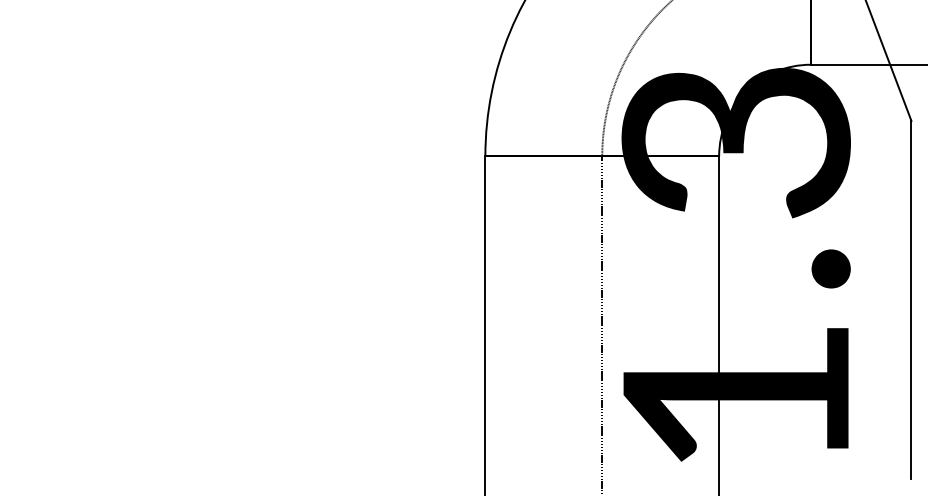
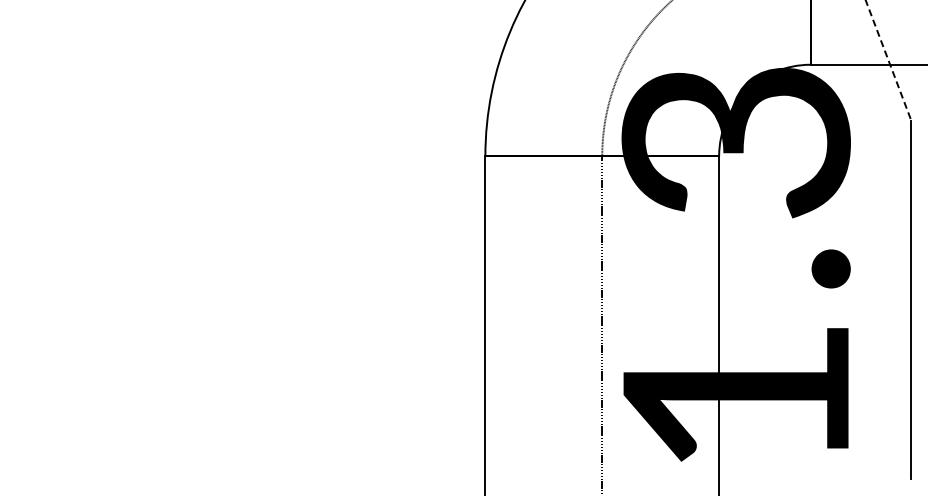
line at (888, 61): solid -> dashed
